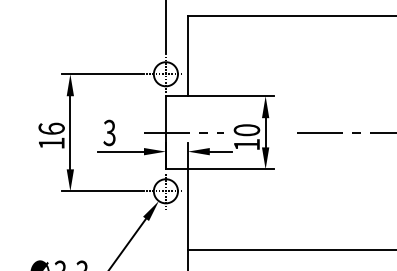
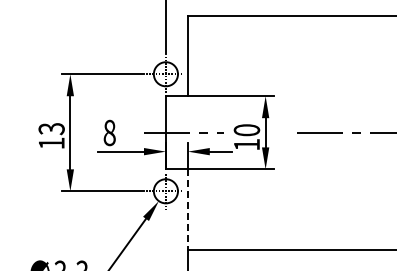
text at (51, 128): 16 -> 13
text at (109, 132): 3 -> 8
line at (187, 210): solid -> dashed
